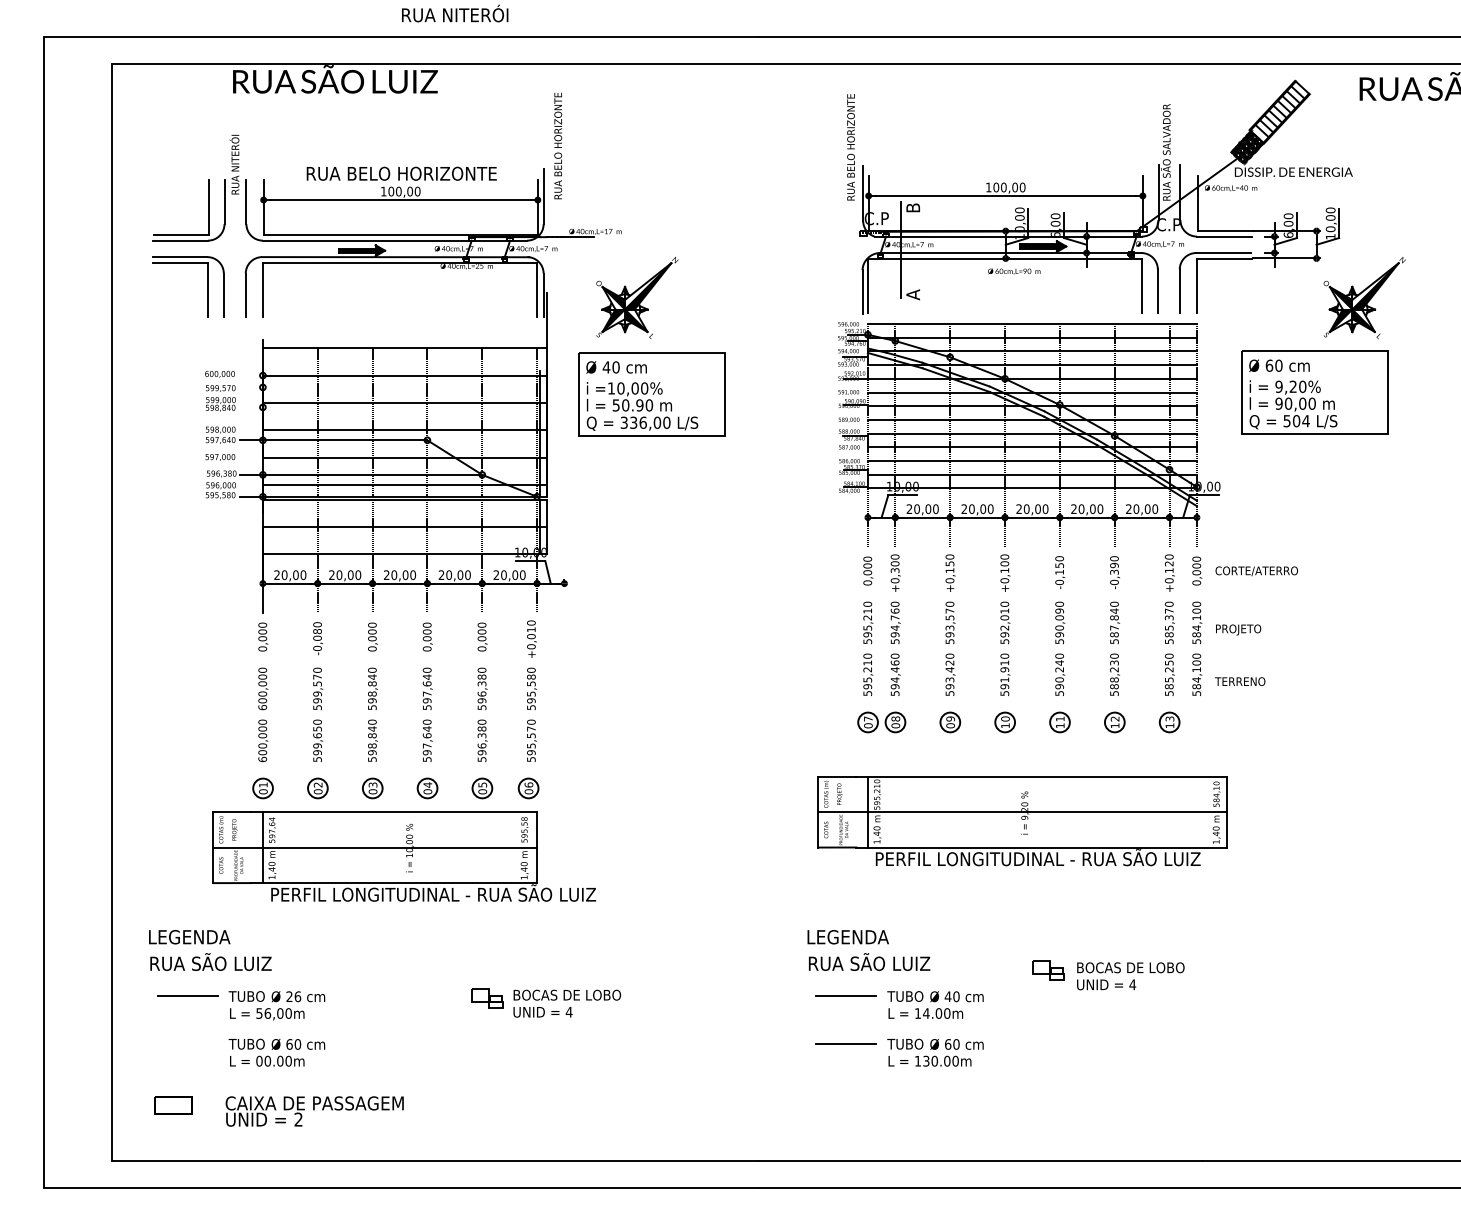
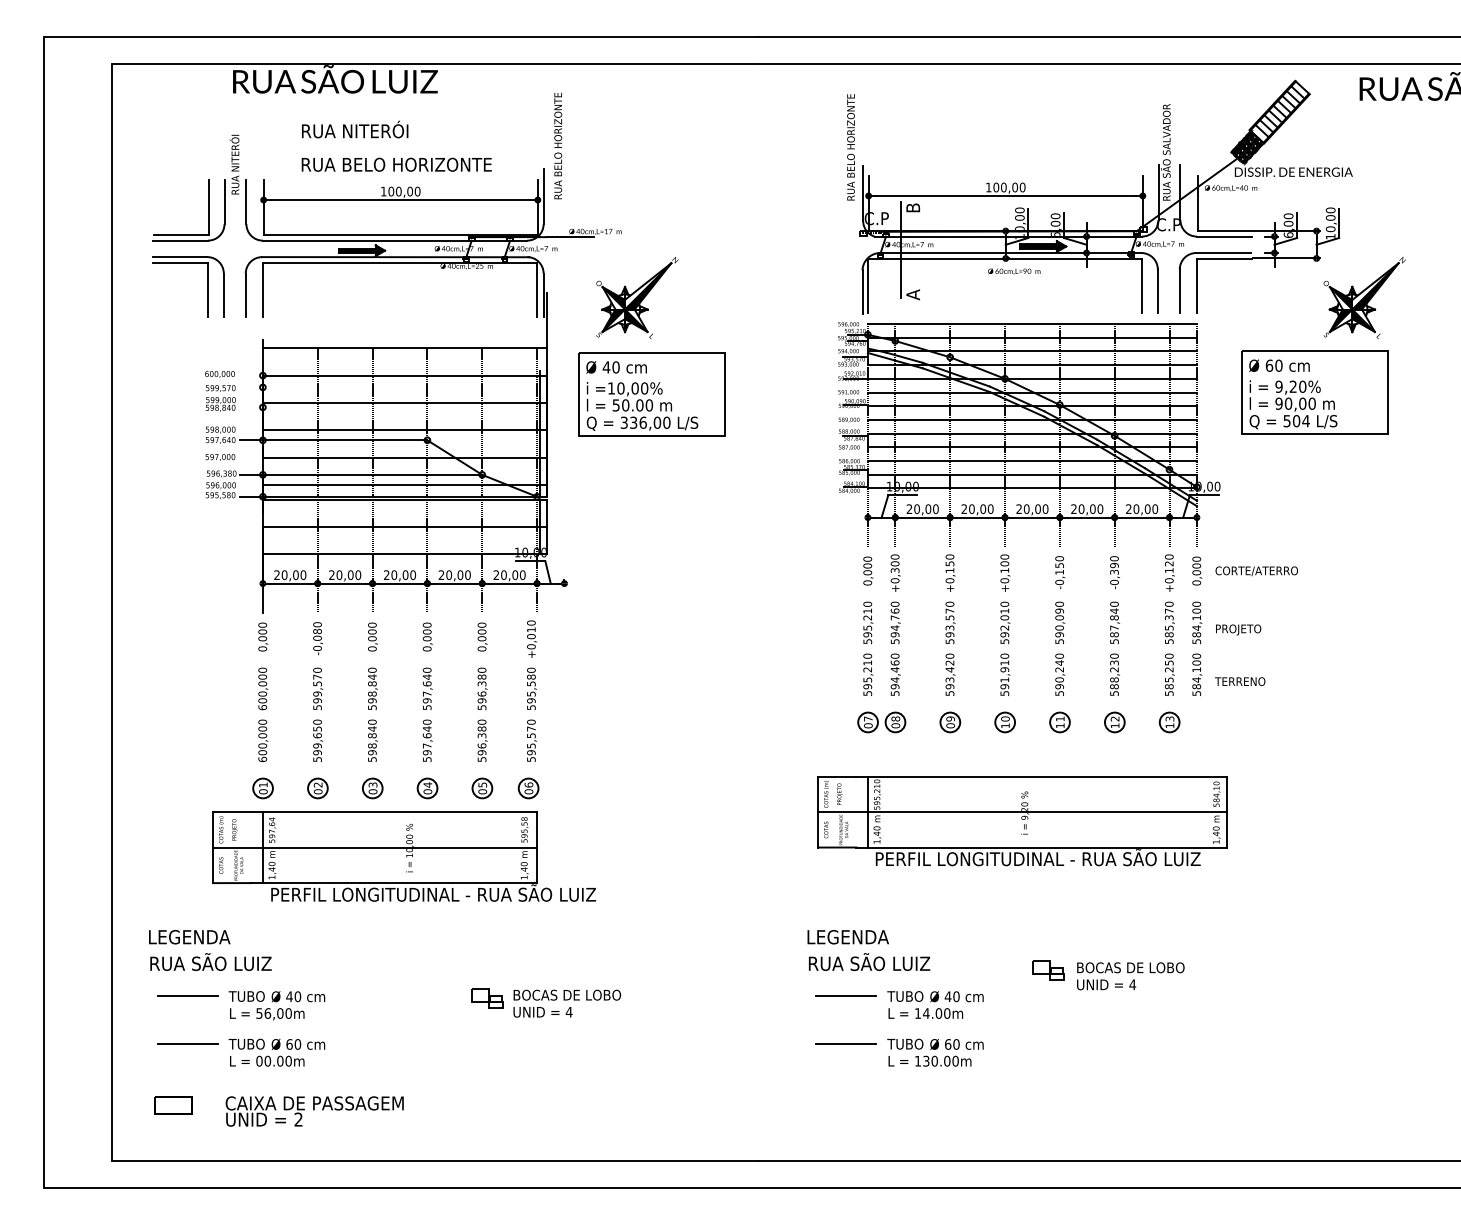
text at (455, 13) position: (455, 13) -> (355, 129)
text at (401, 173) position: (401, 173) -> (396, 164)
text at (639, 405): 50.90 -> 50.00
text at (293, 996): 26 -> 40
line at (187, 1044): none -> present
